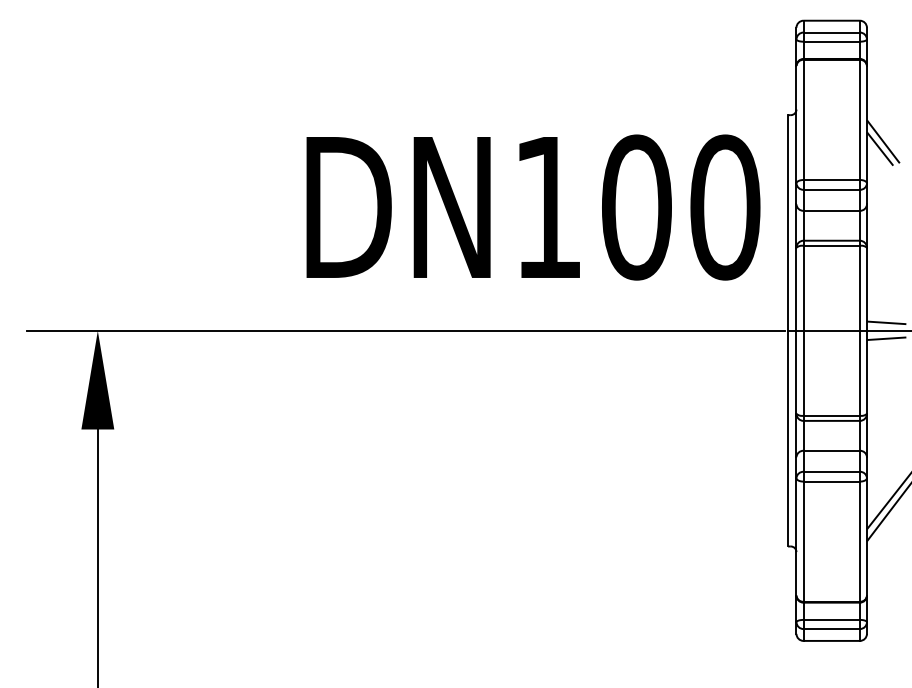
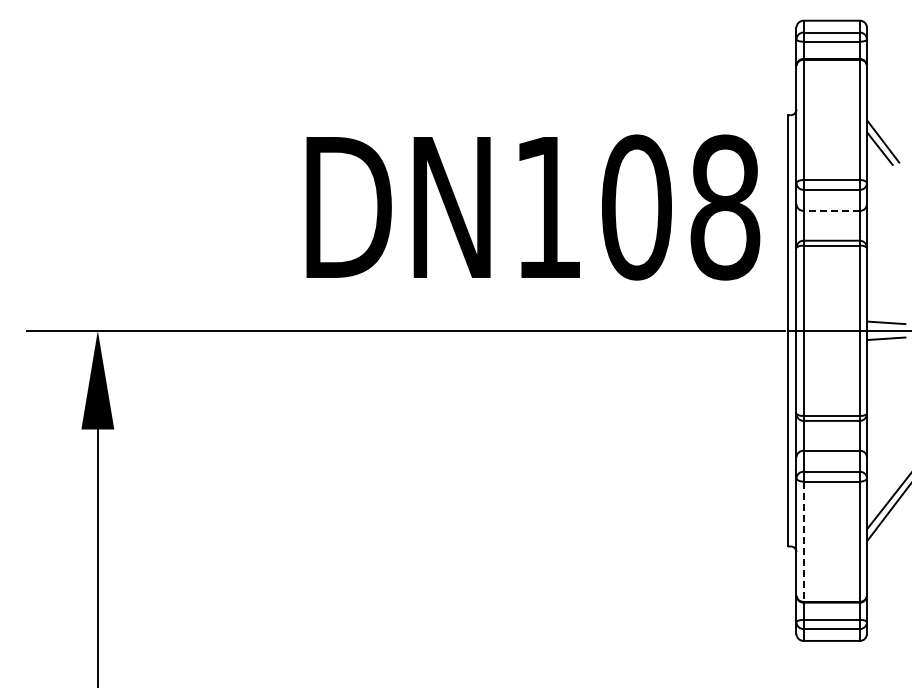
text at (725, 207): DN100 -> DN108
line at (831, 210): solid -> dashed
line at (803, 542): solid -> dashed
